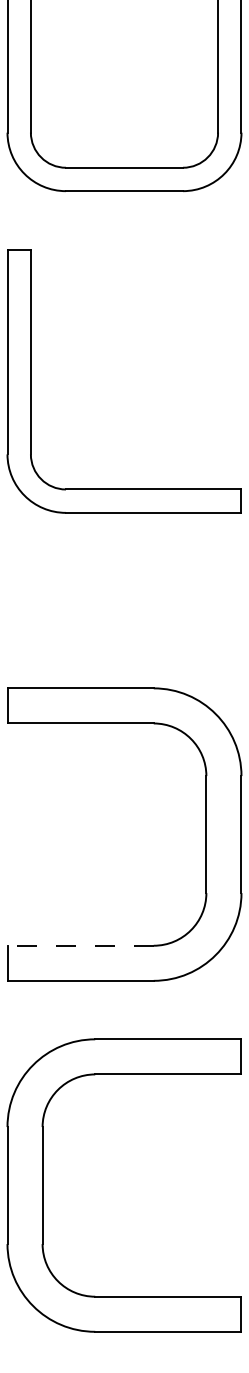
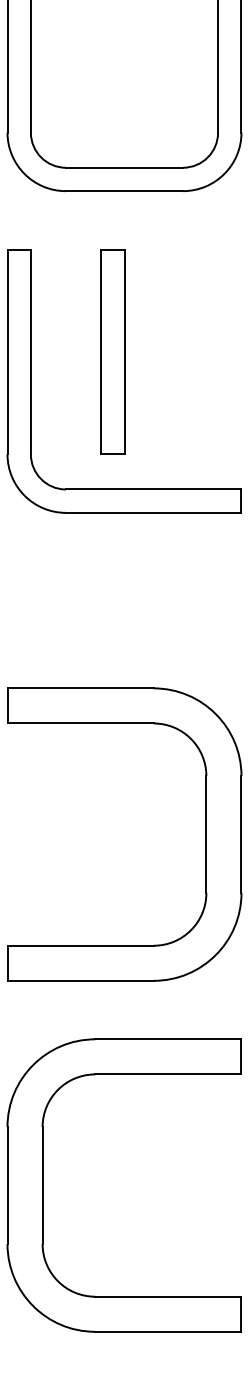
part at (112, 351): none -> present
line at (80, 945): dashed -> solid
